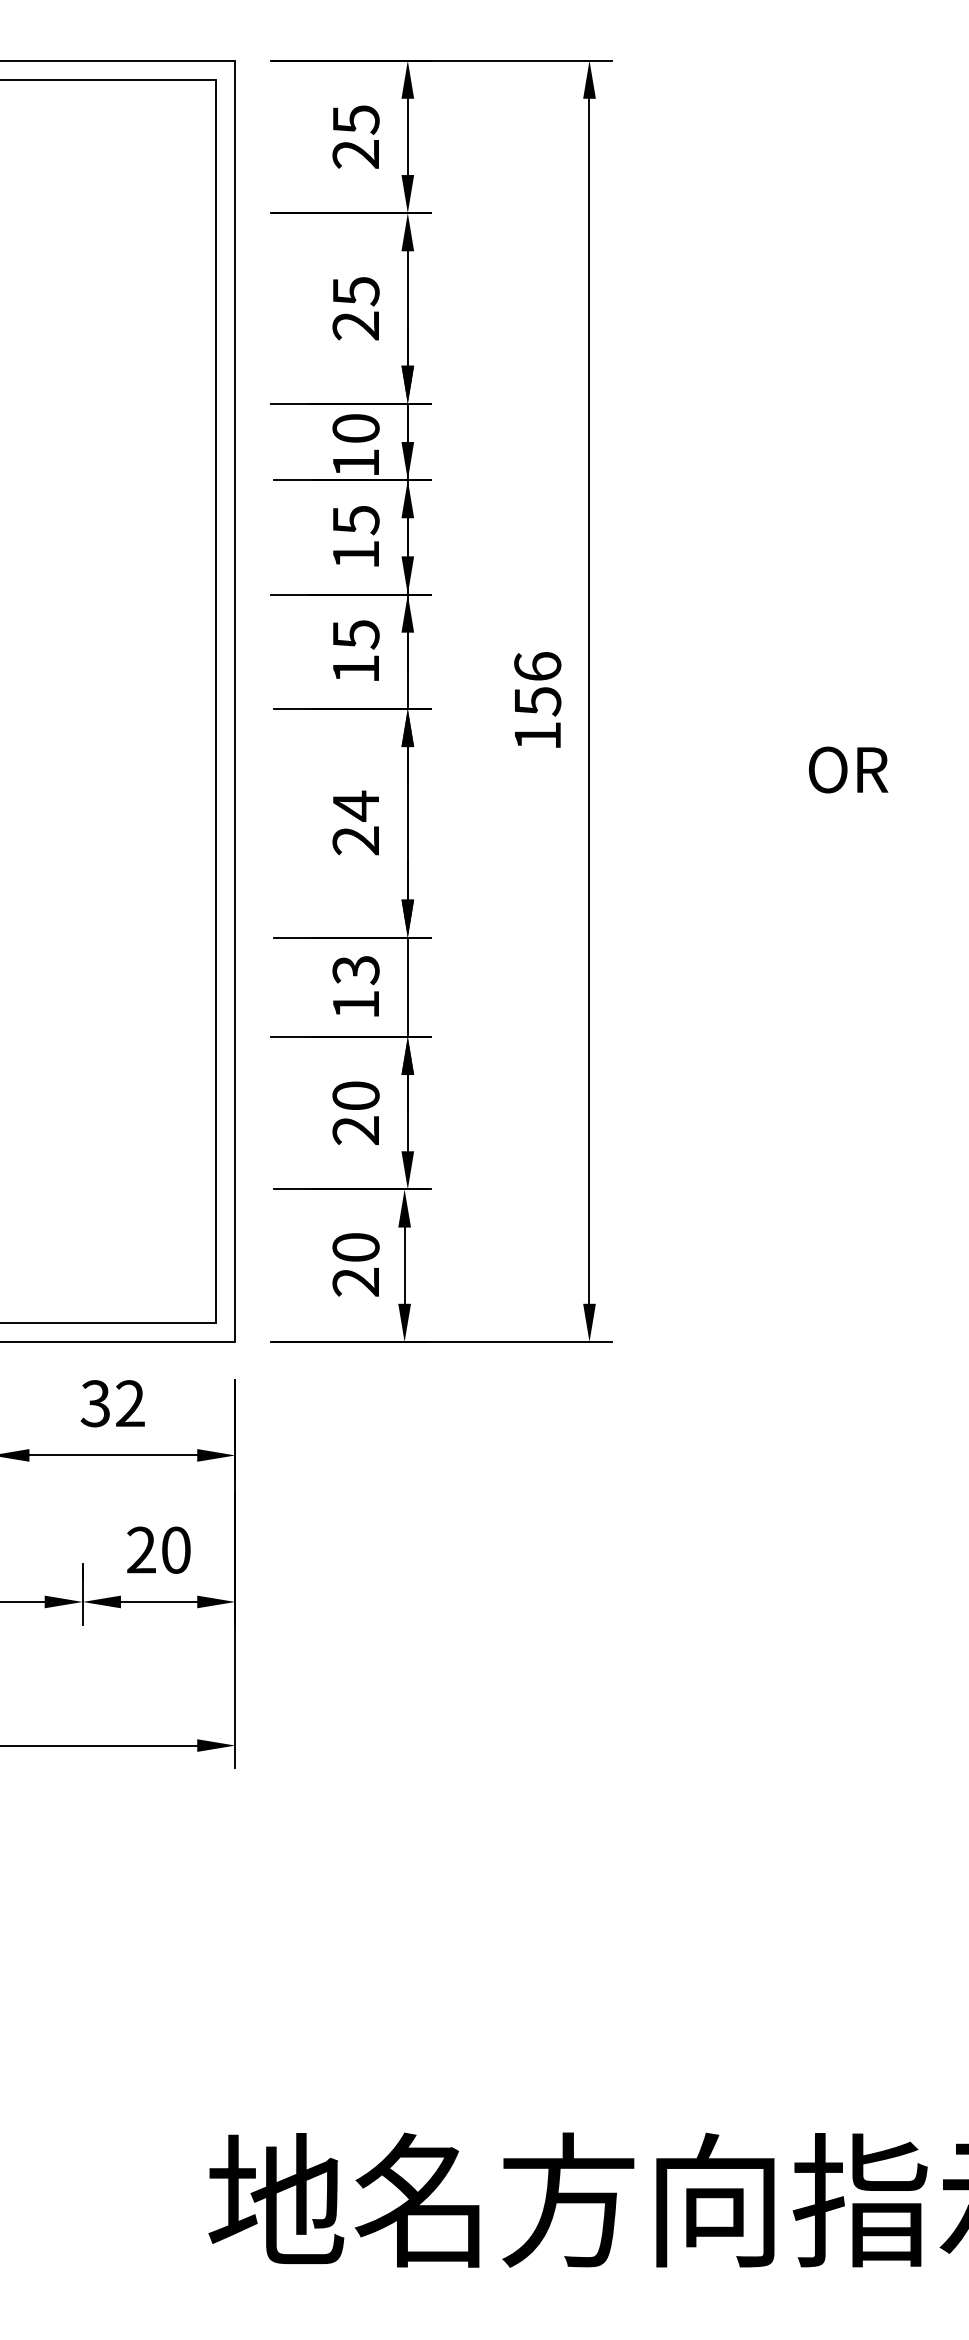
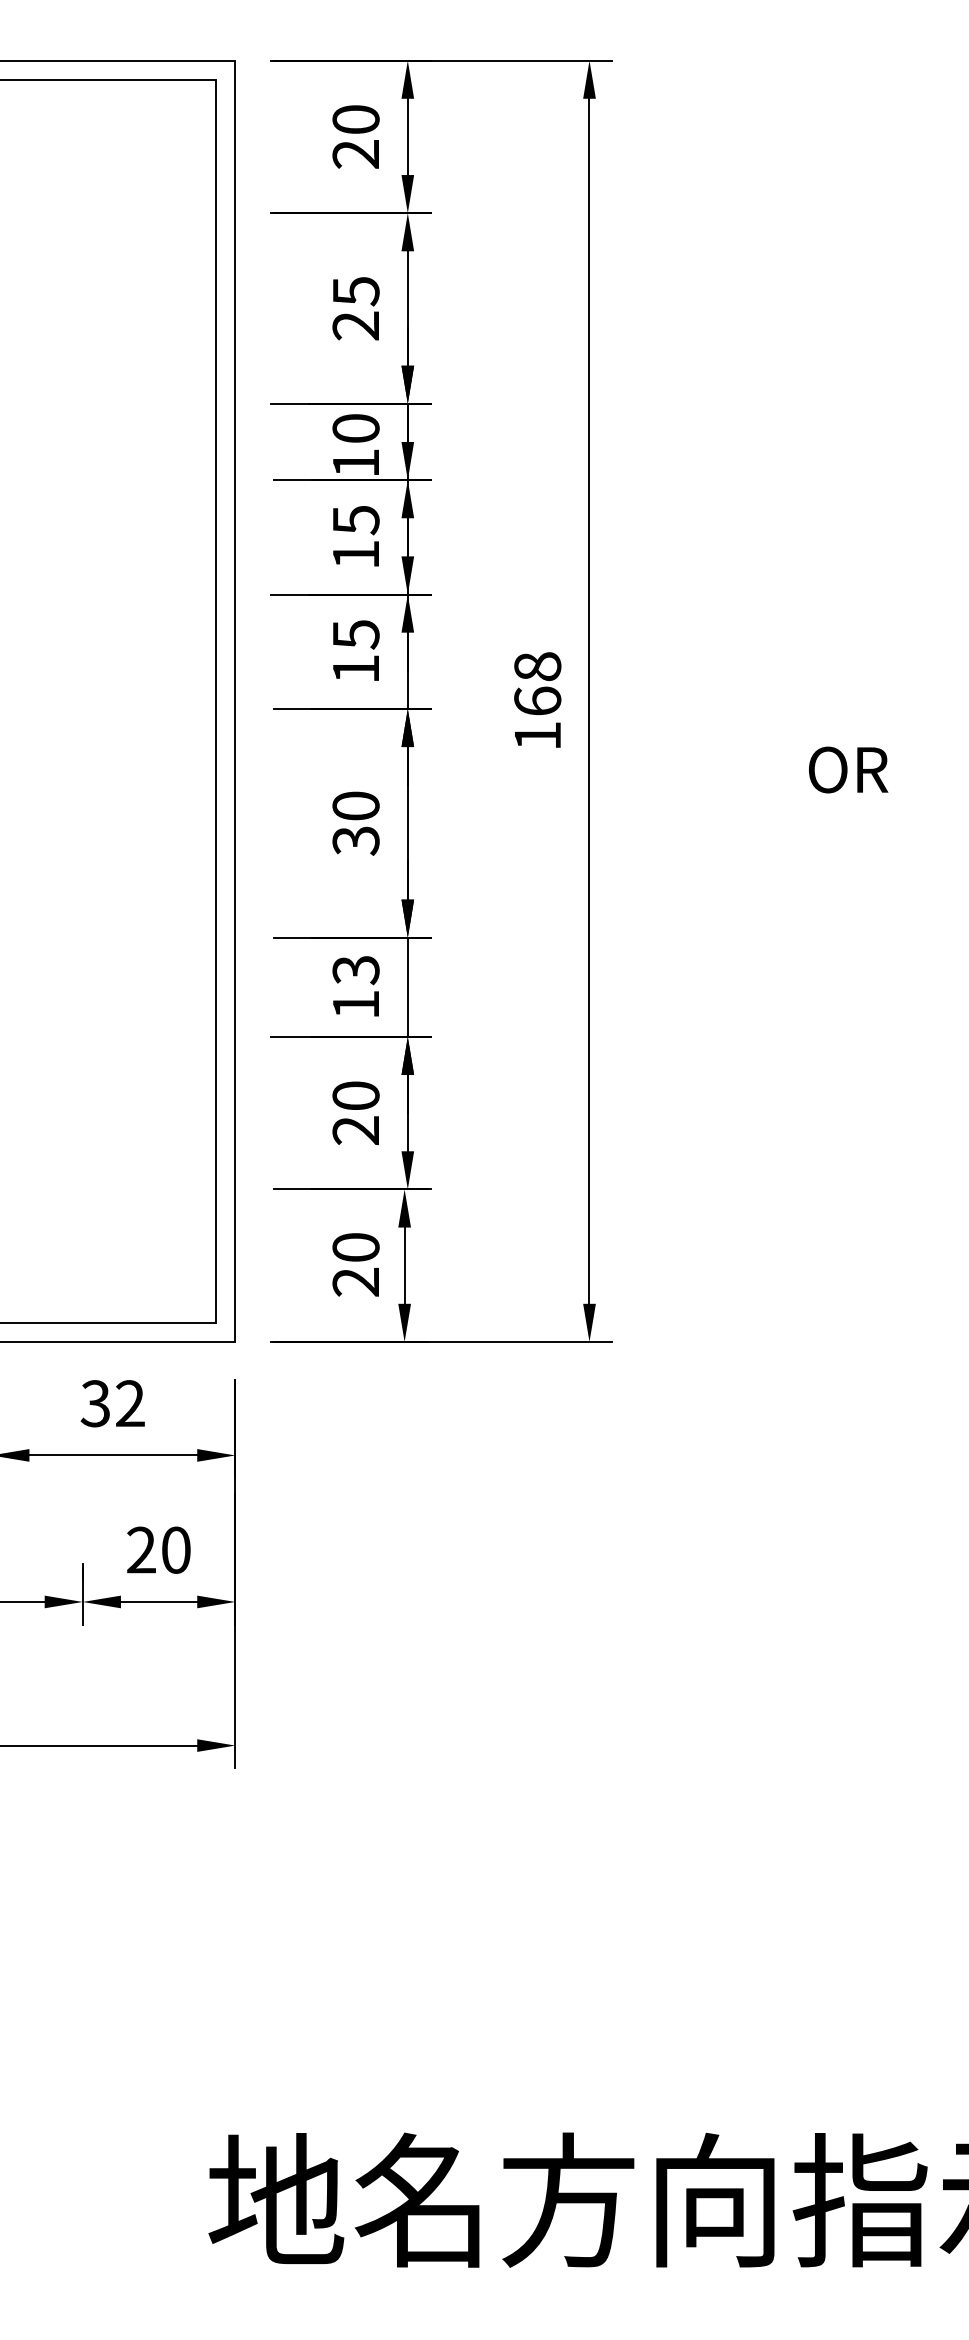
text at (355, 119): 25 -> 20
text at (537, 684): 156 -> 168
text at (355, 822): 24 -> 30
